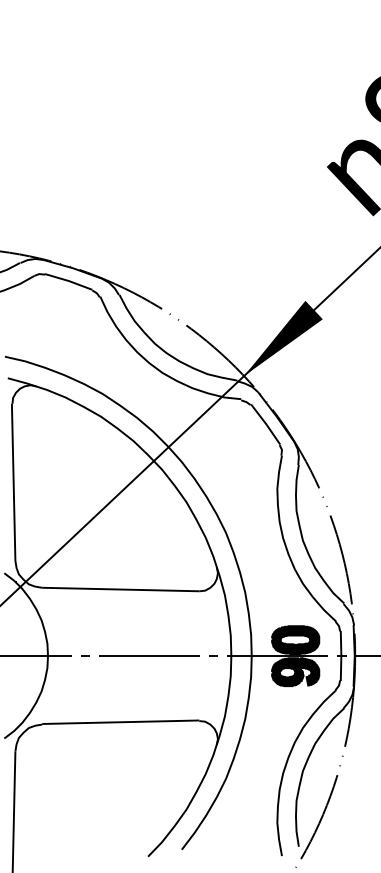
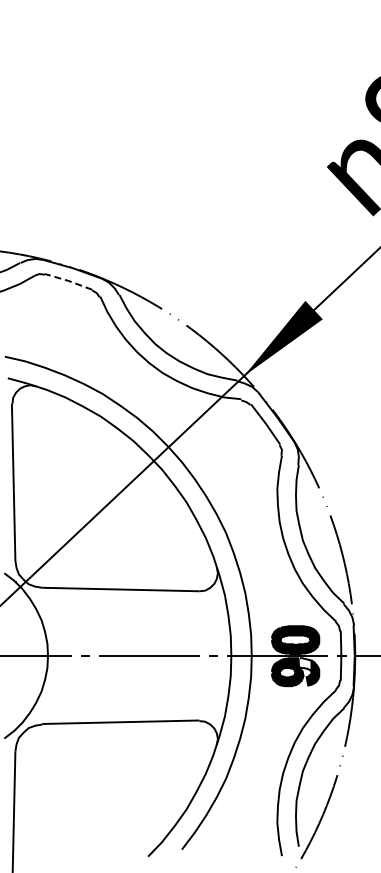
line at (68, 281): solid -> dashed
fill at (304, 665): present -> none
